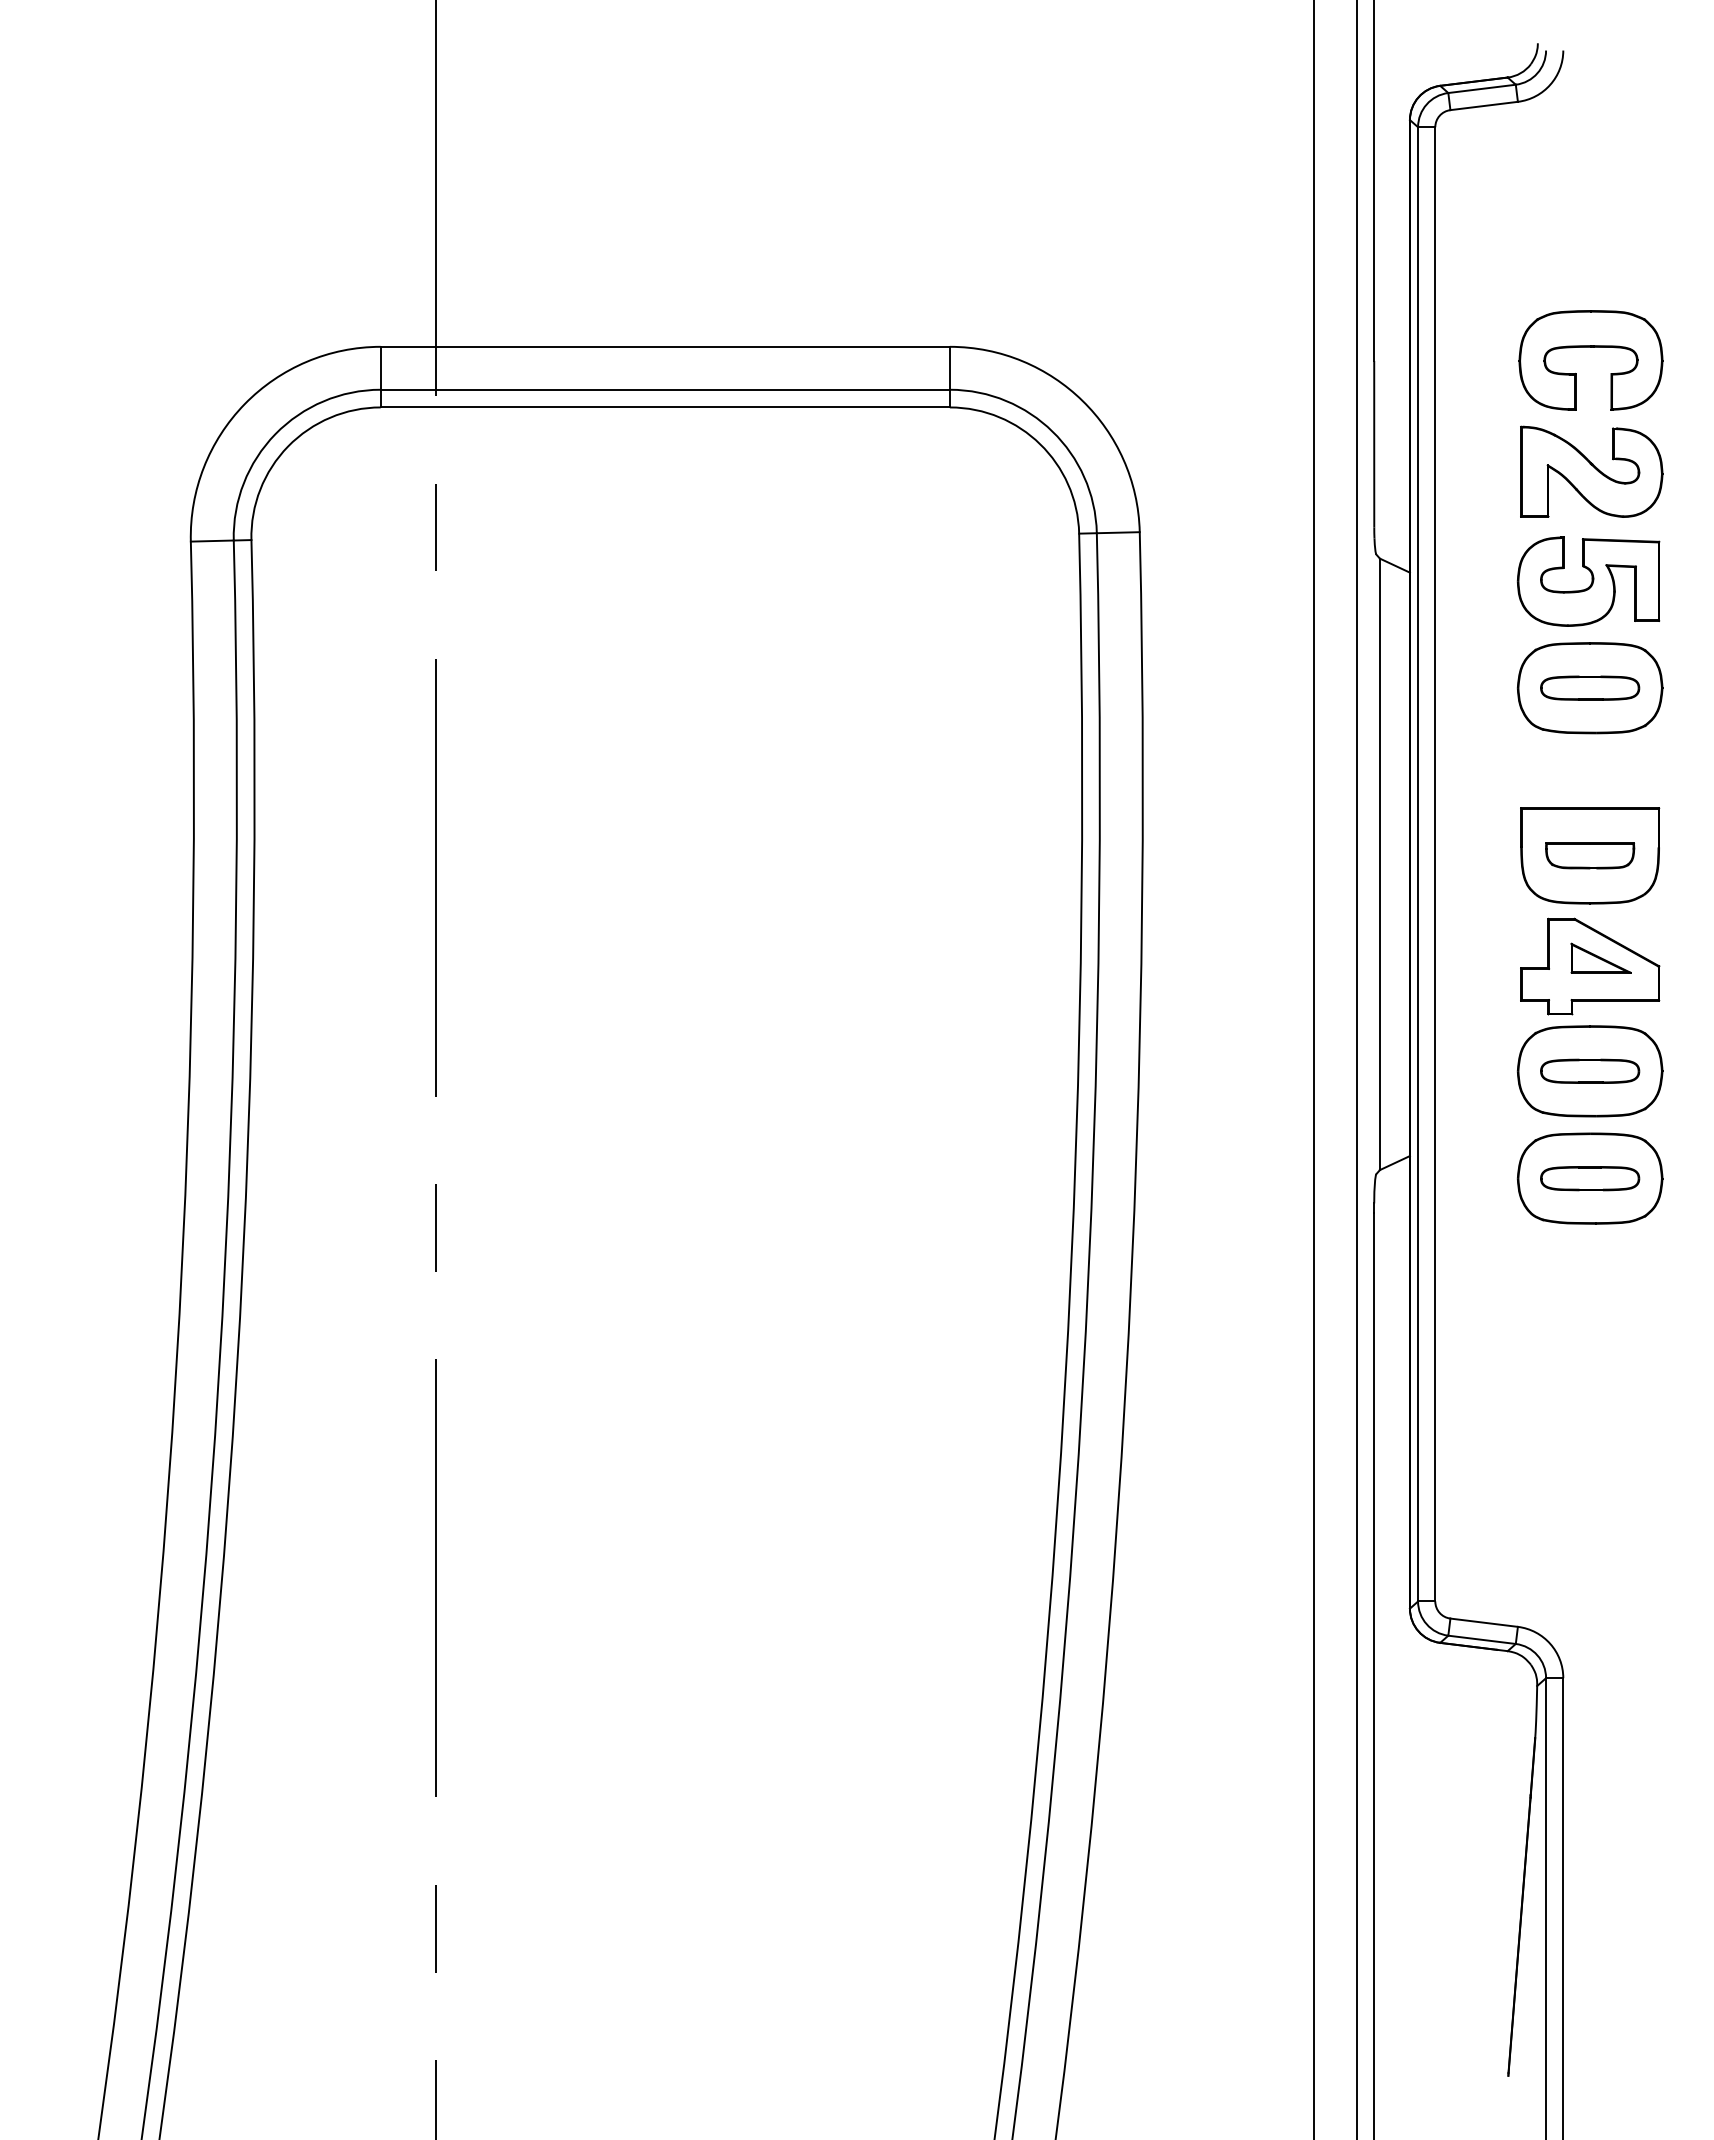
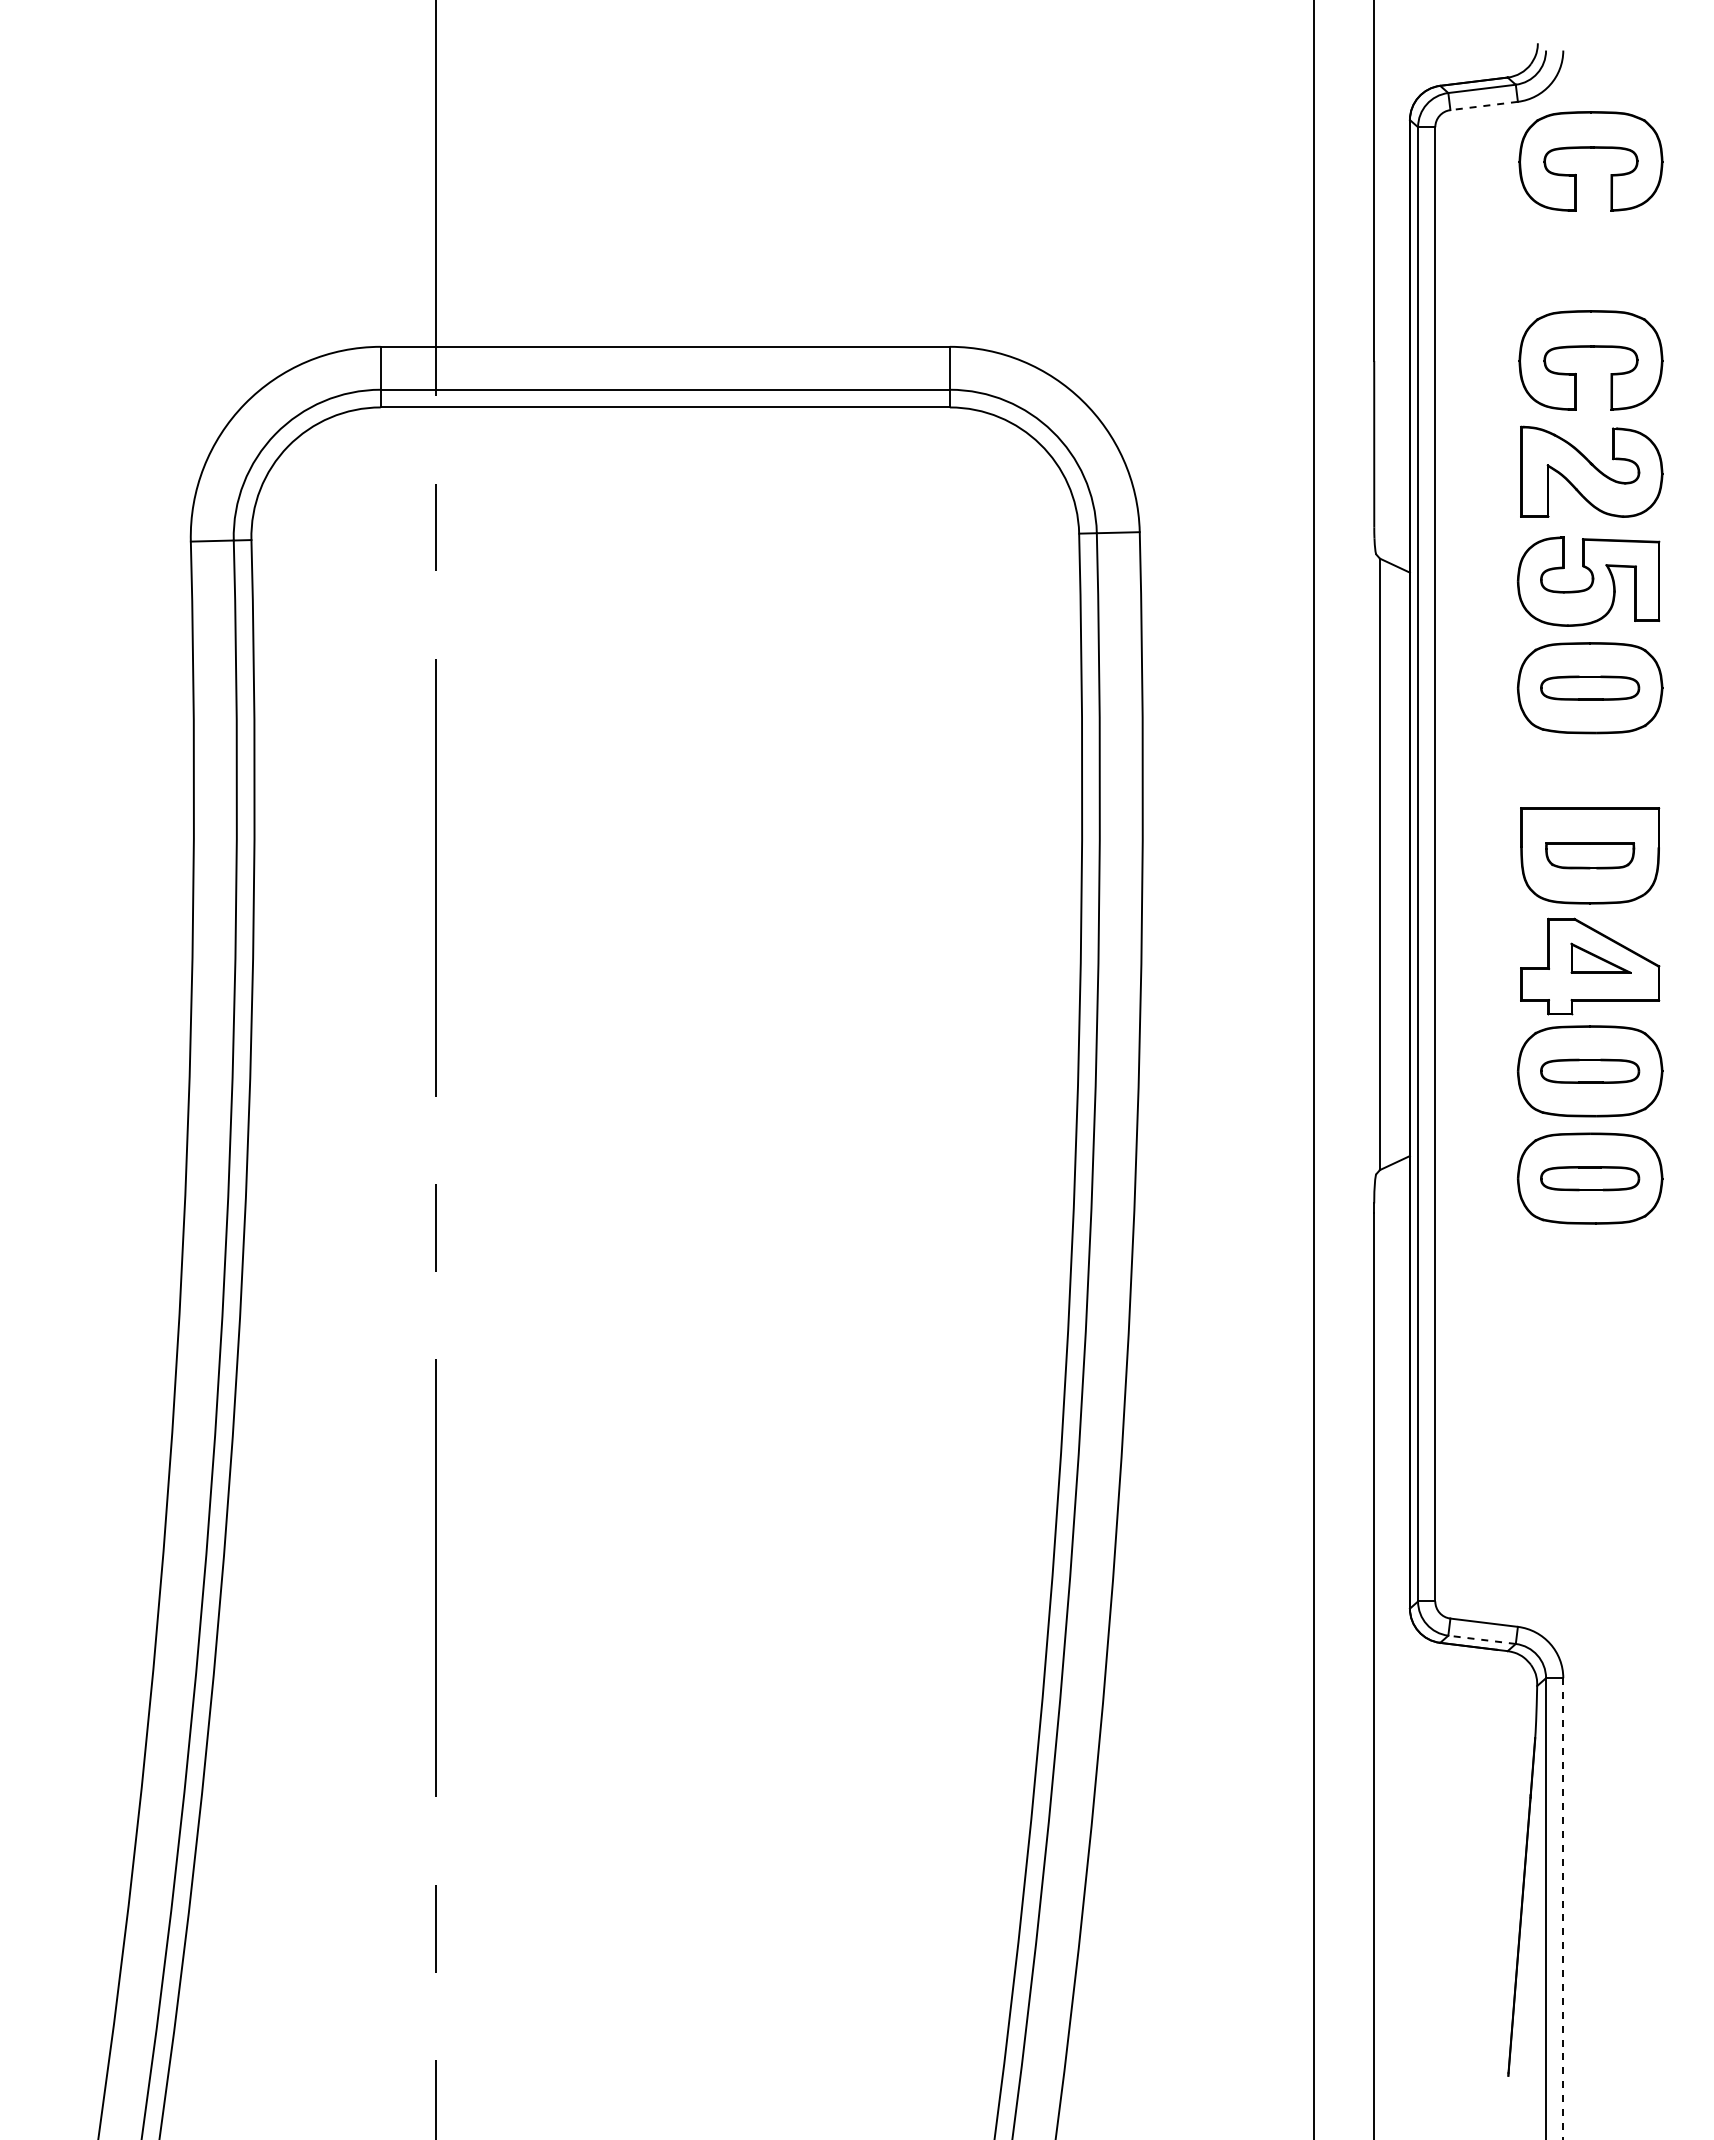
line at (1484, 106): solid -> dashed
part at (1590, 148): none -> present
line at (1356, 1069): present -> none
line at (1482, 1639): solid -> dashed
line at (1563, 1909): solid -> dashed
